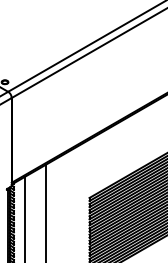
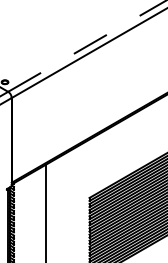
line at (87, 45): solid -> dashed
line at (24, 218): present -> none
